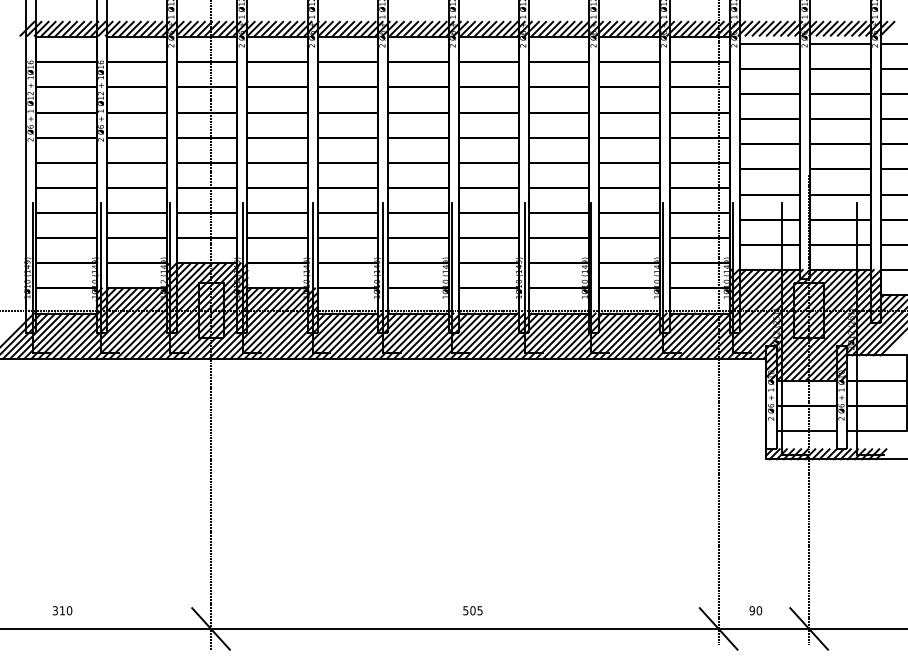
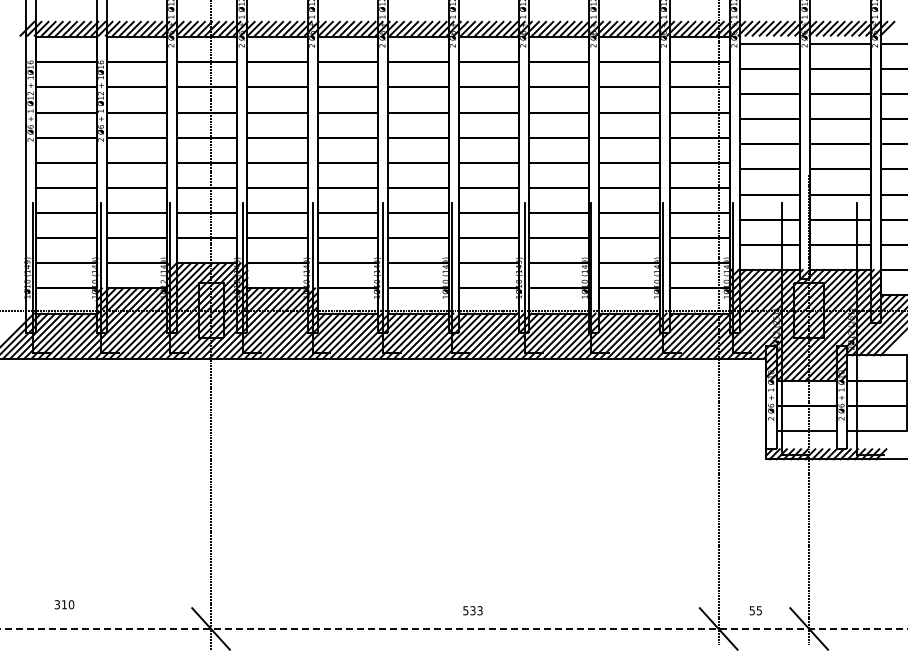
text at (62, 610) position: (62, 610) -> (64, 604)
text at (476, 610): 505 -> 533
text at (755, 610): 90 -> 55
line at (453, 628): solid -> dashed
